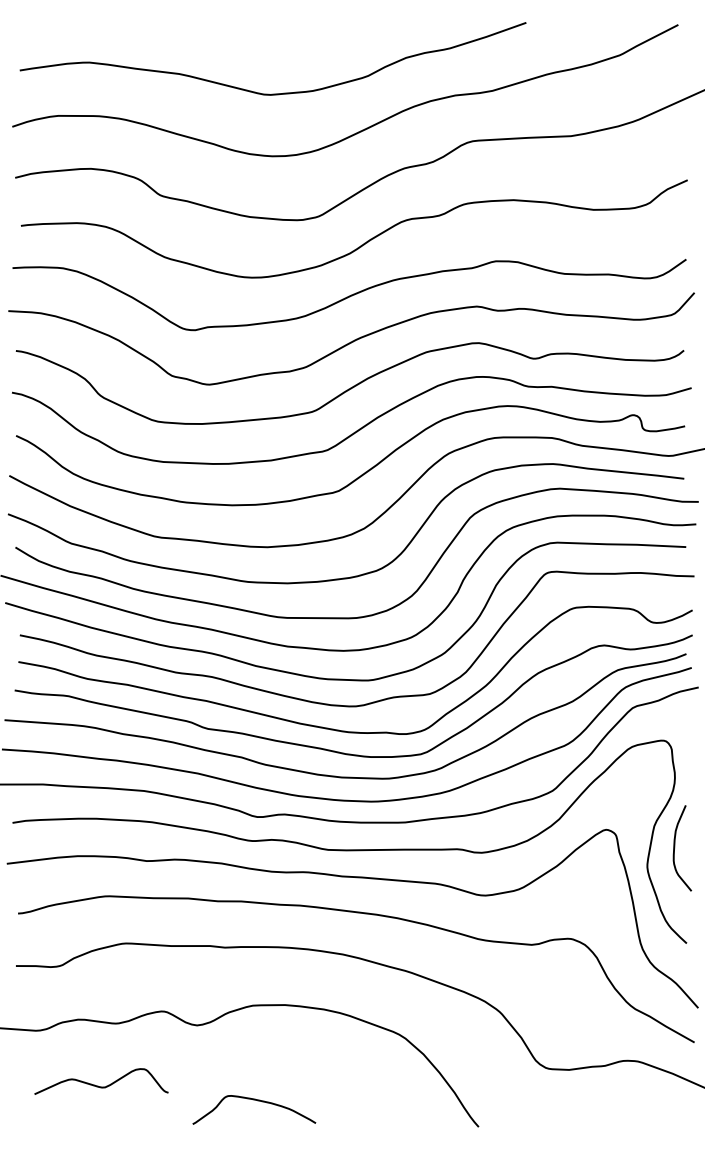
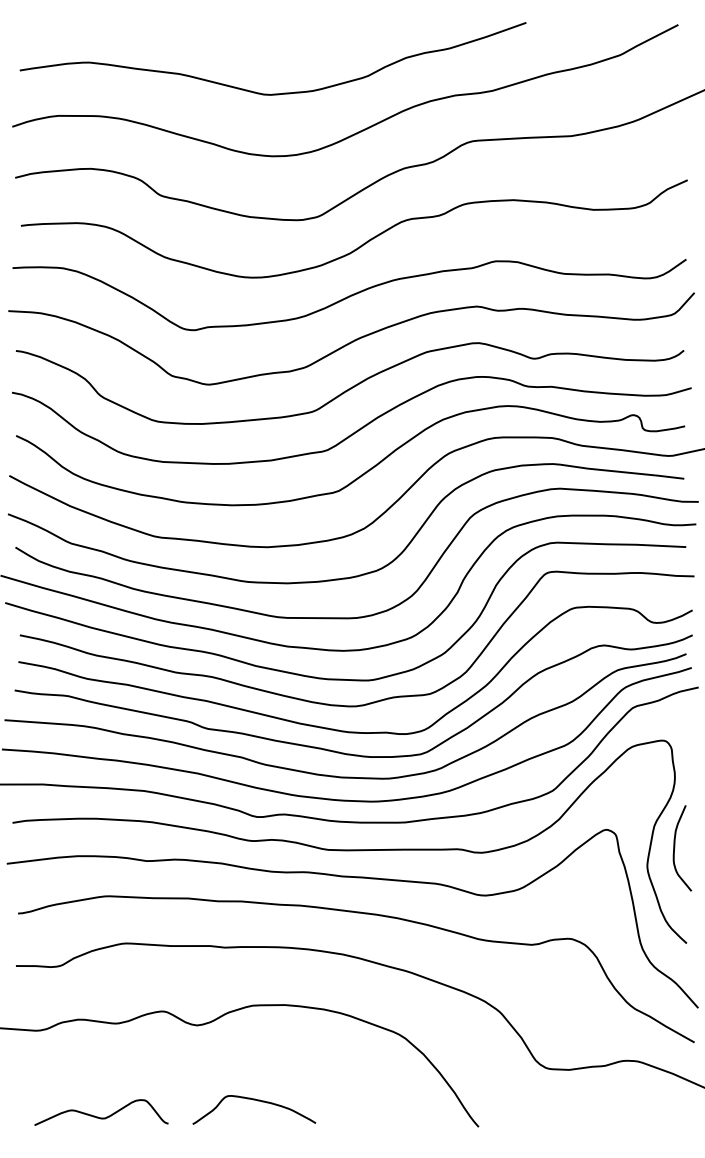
curve at (98, 1085) position: (98, 1085) -> (98, 1116)
